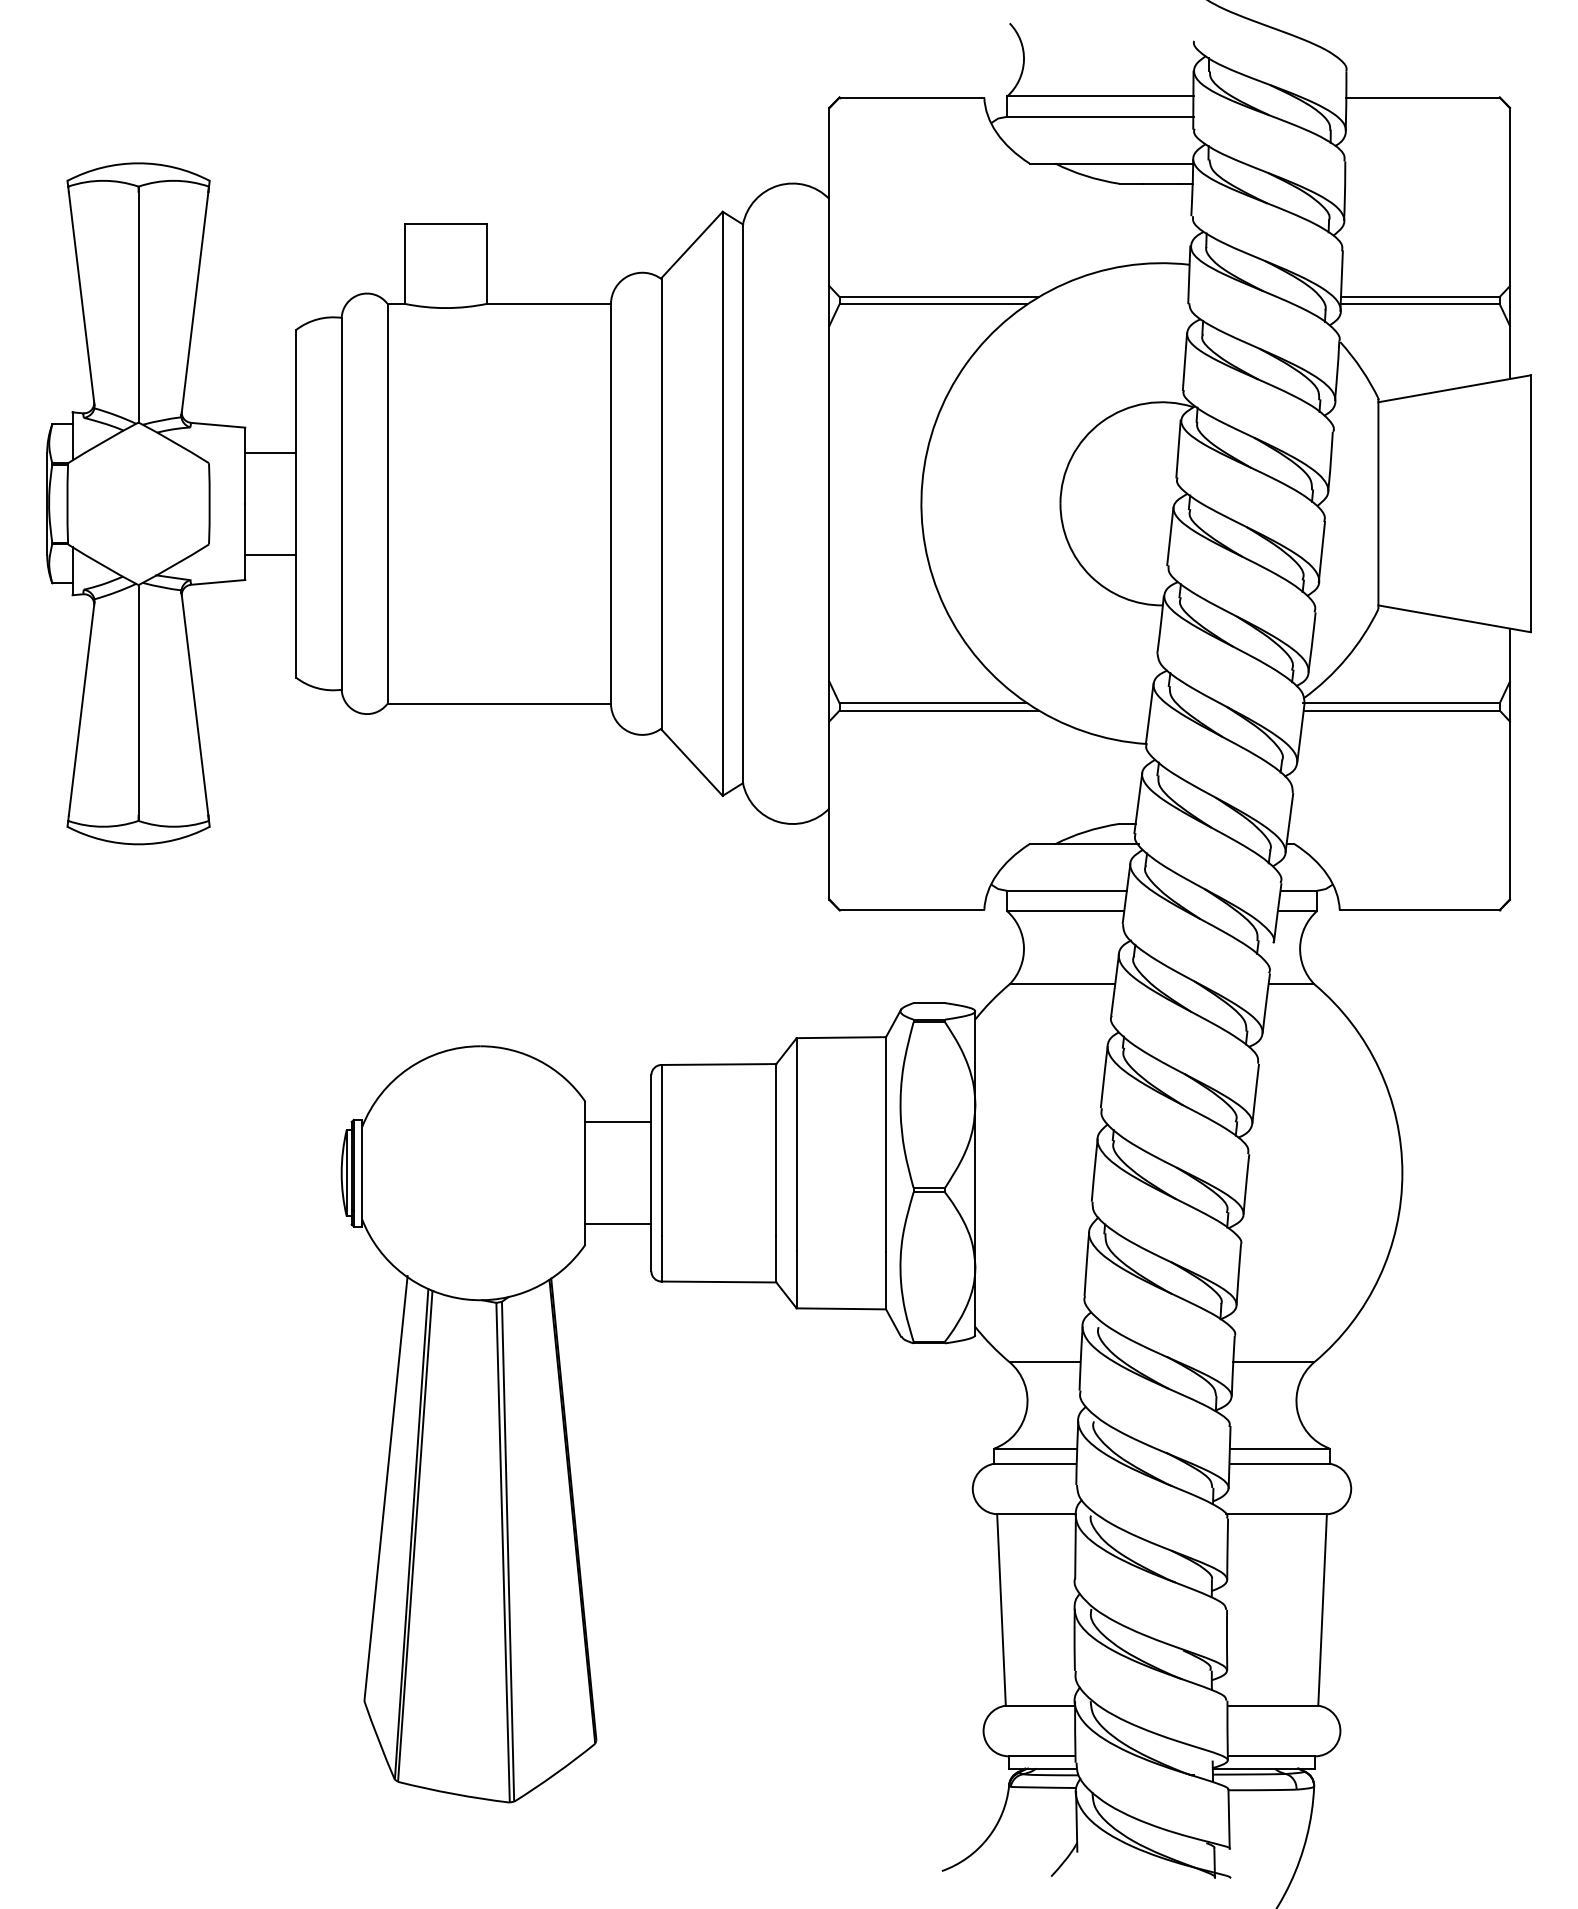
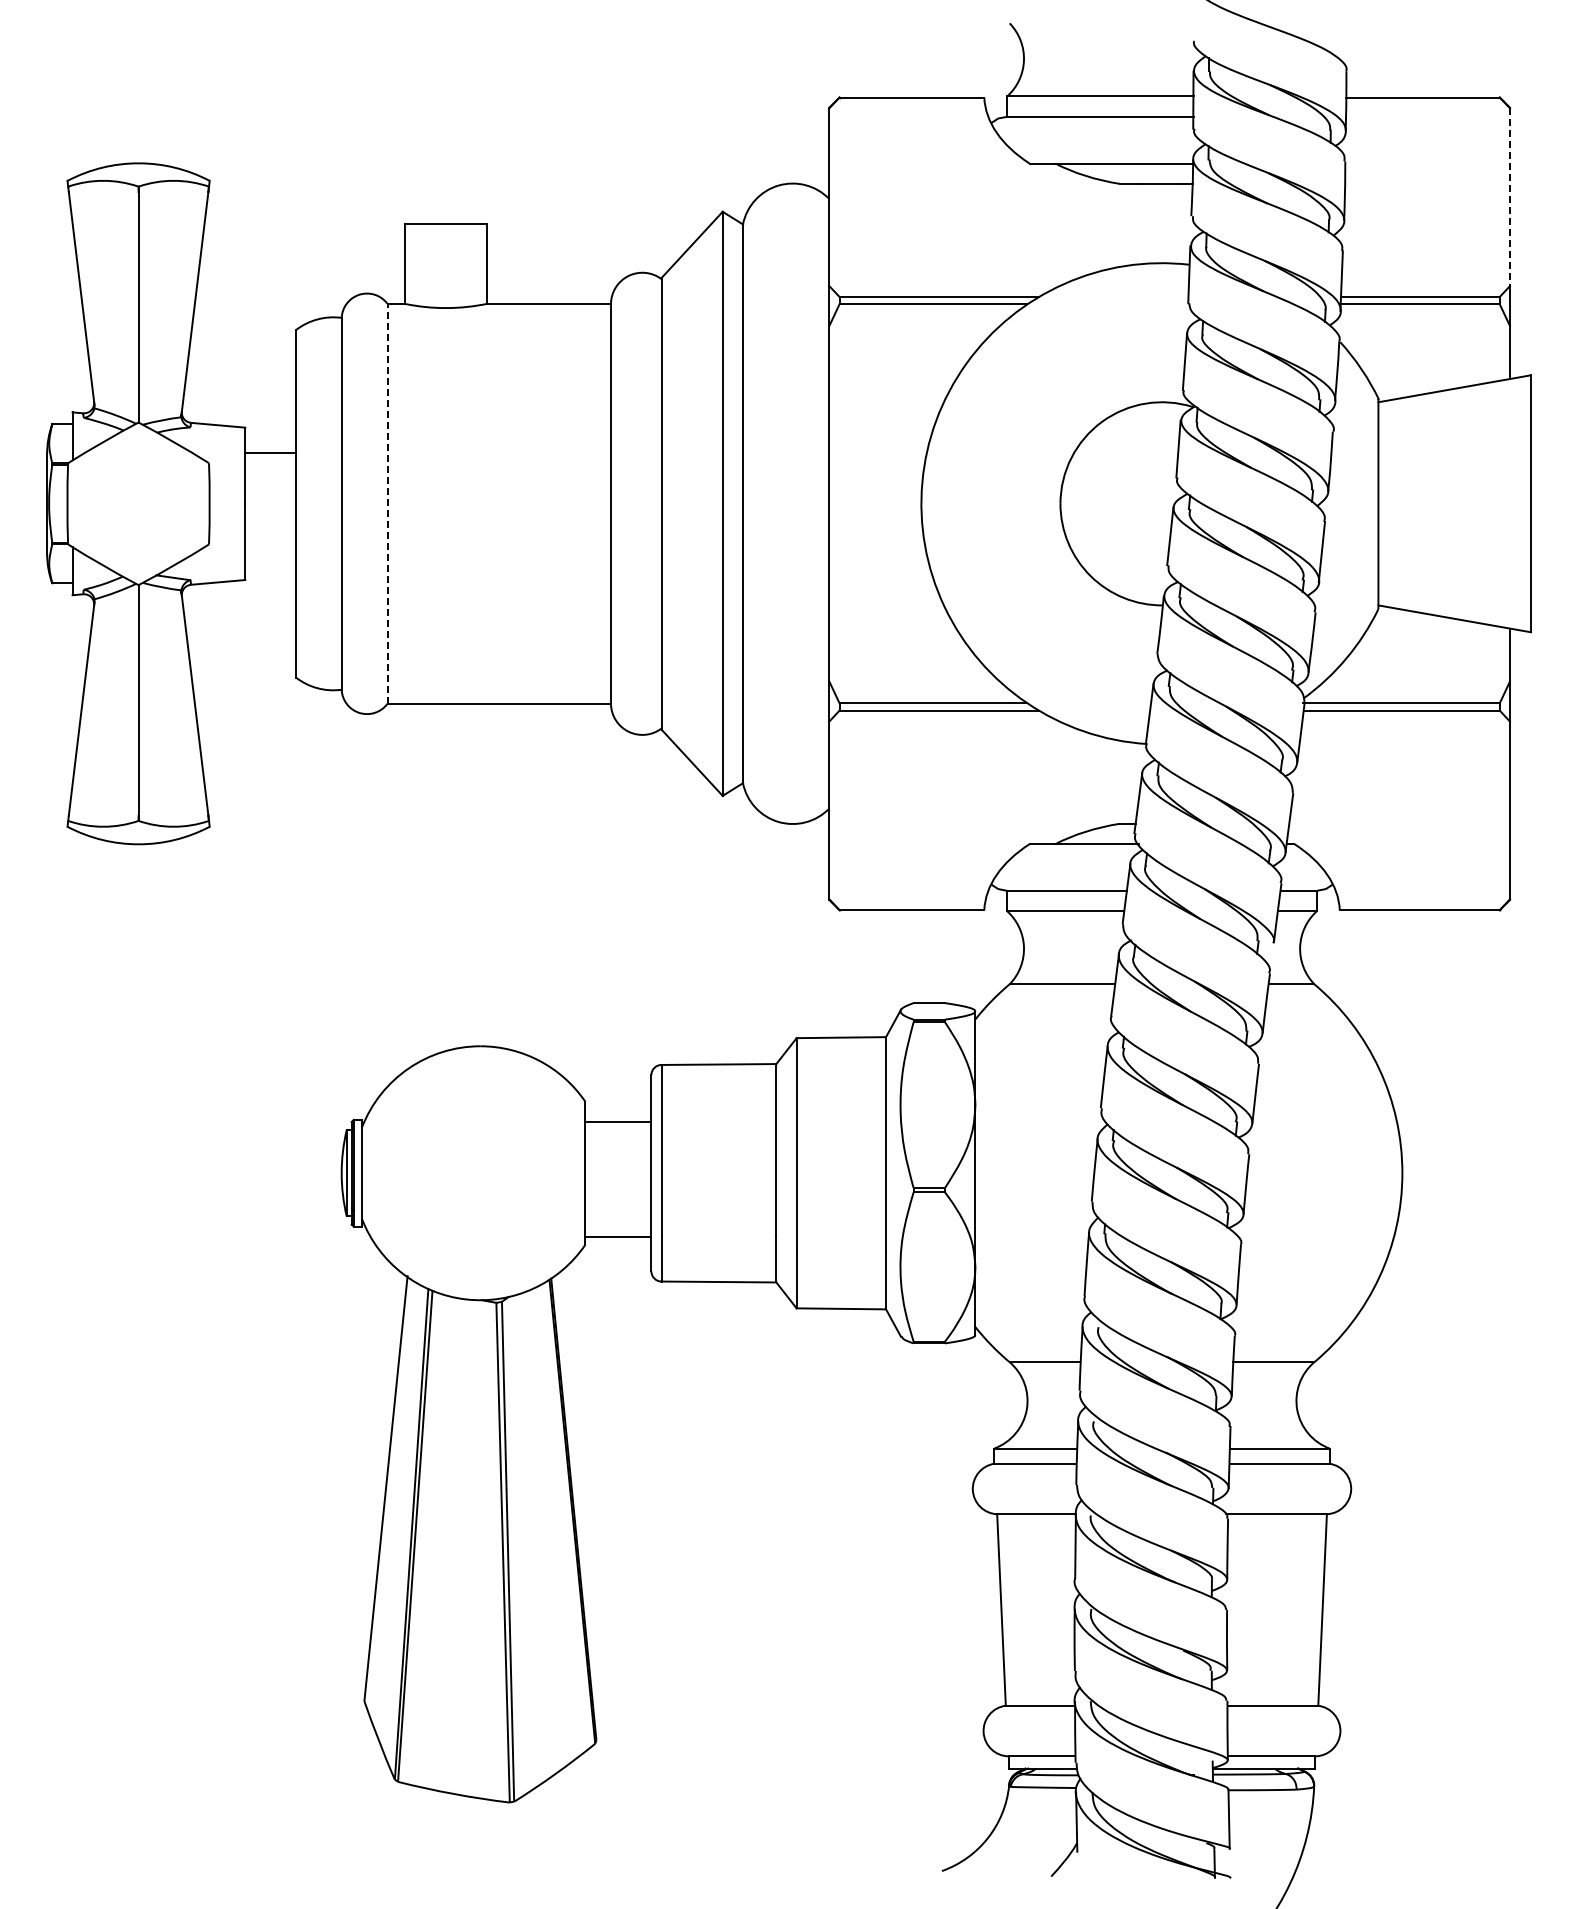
line at (1509, 197): solid -> dashed
line at (387, 503): solid -> dashed
line at (270, 554): present -> none
line at (618, 1224) position: (618, 1224) -> (618, 1237)
